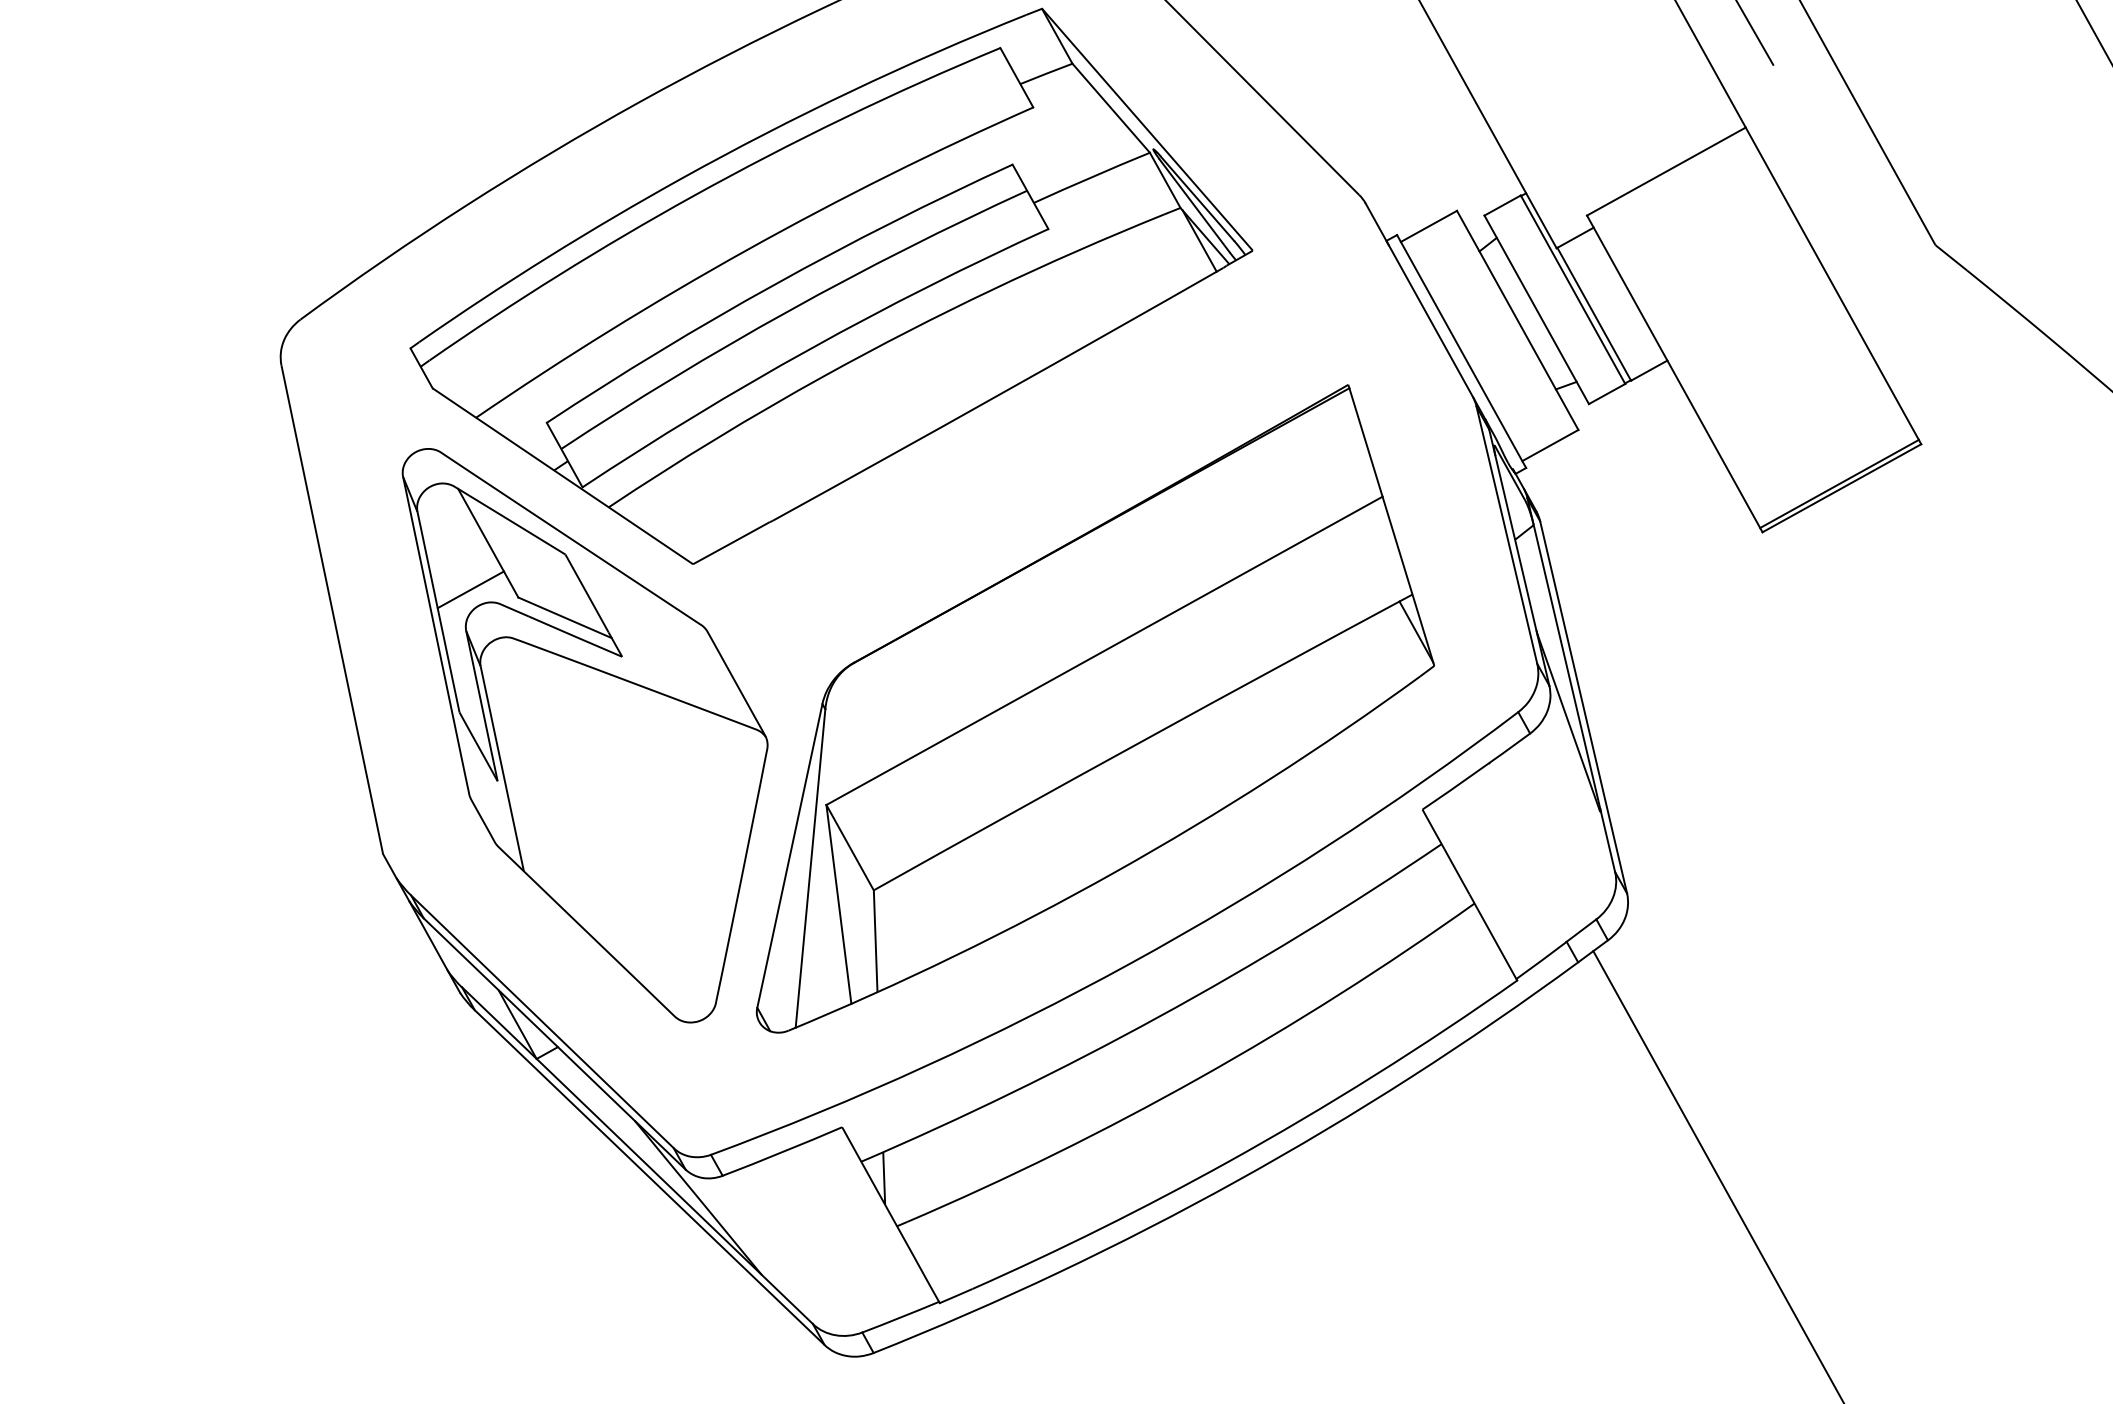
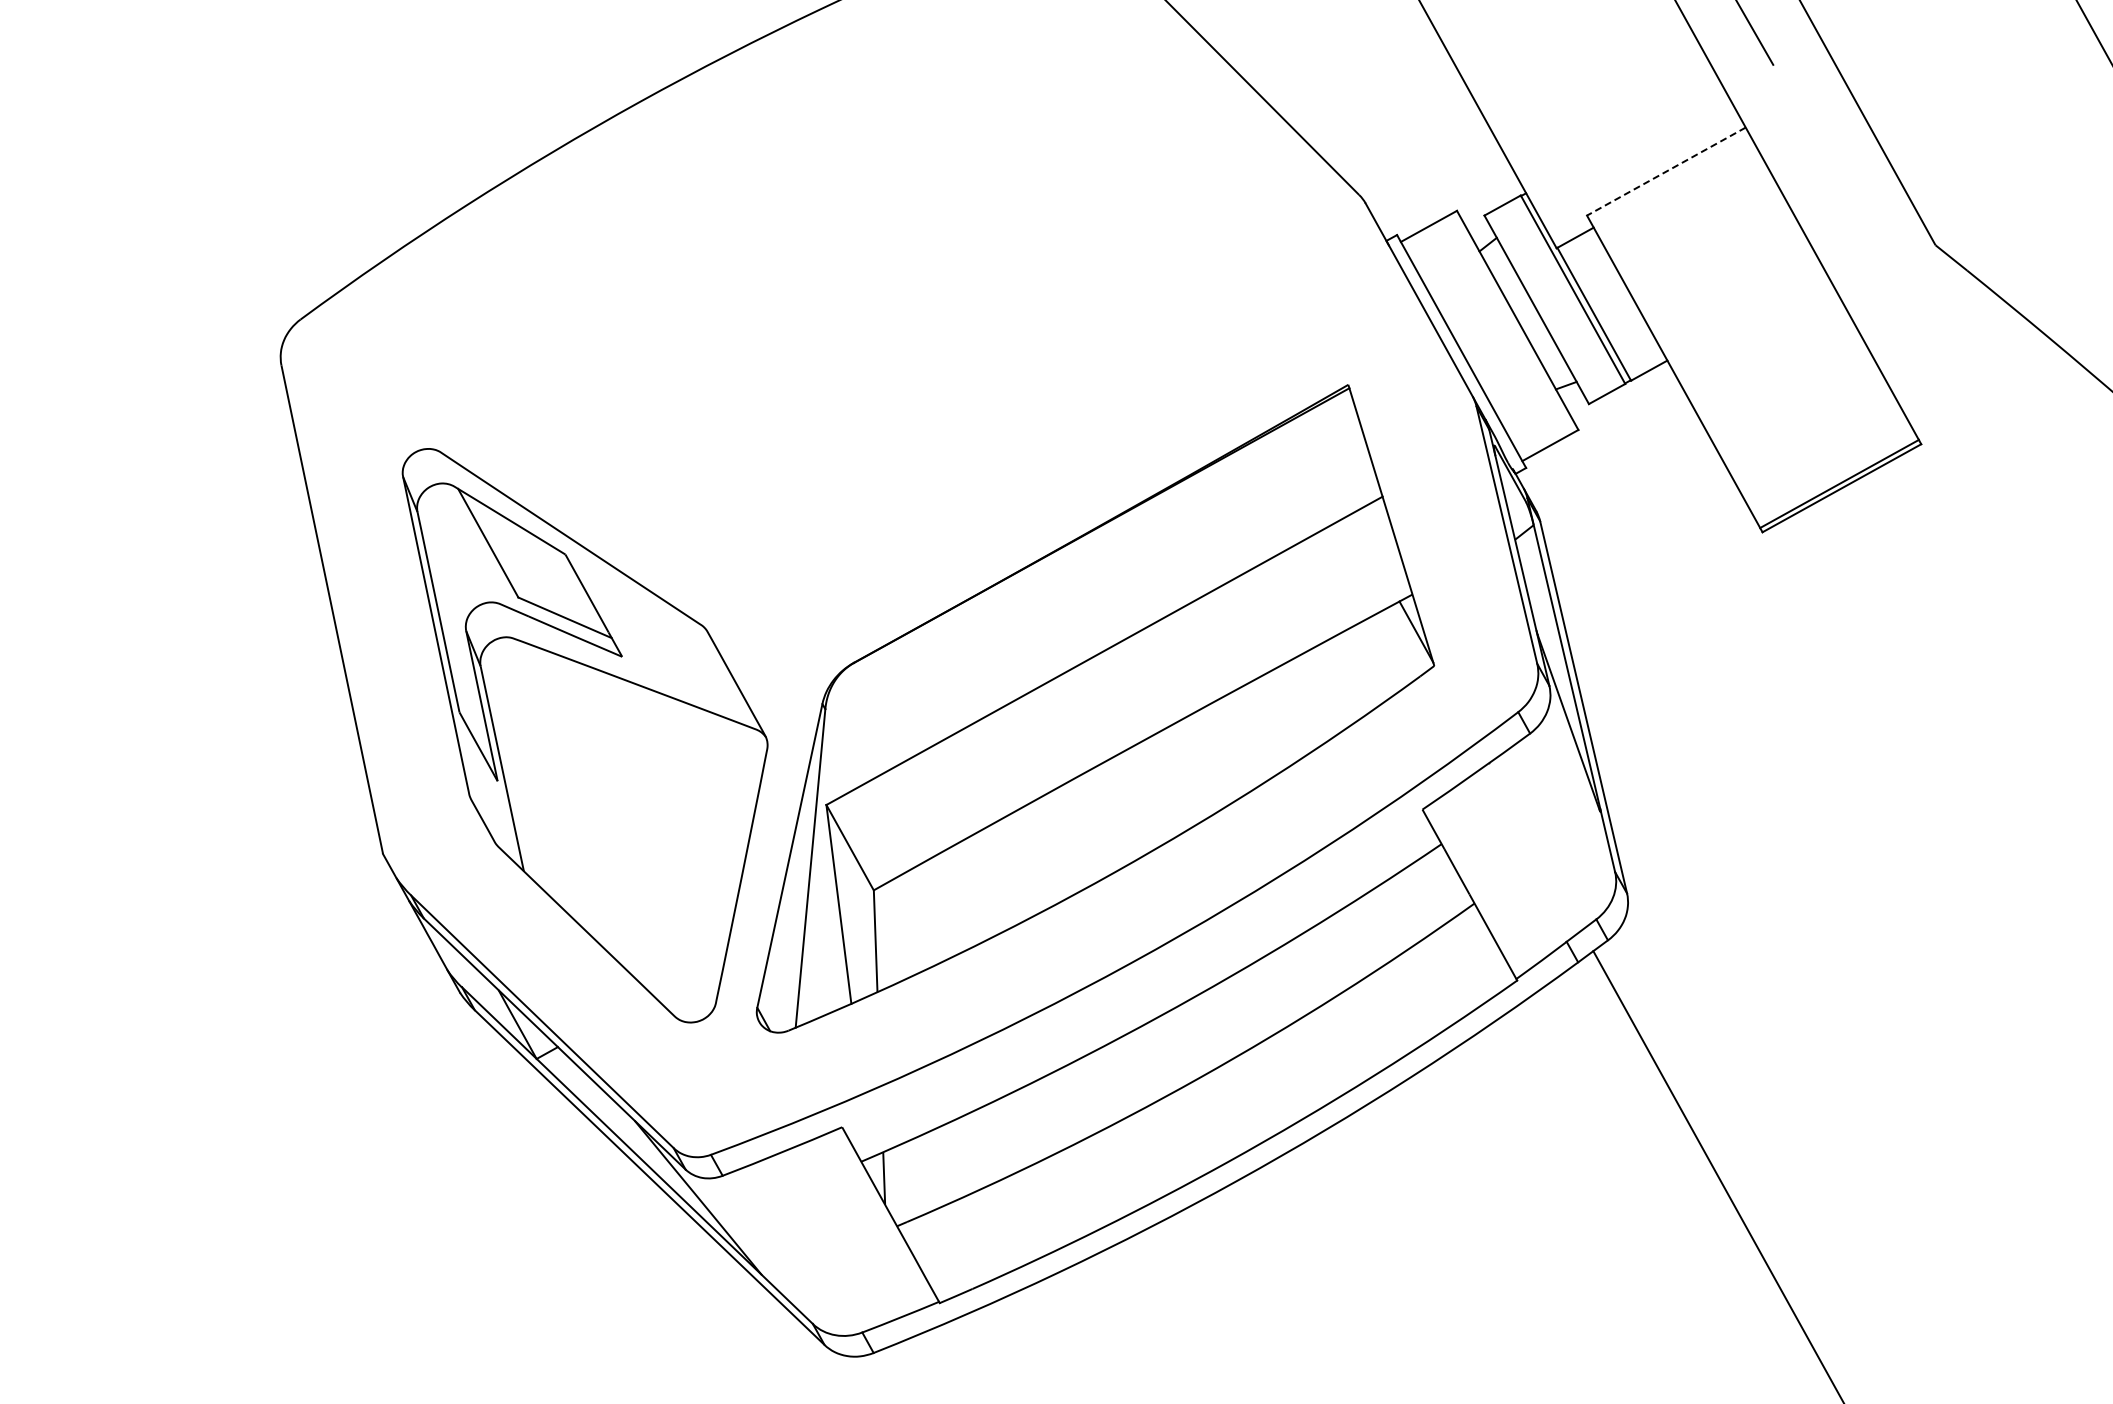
line at (1666, 171): solid -> dashed
part at (831, 285): present -> none
line at (470, 589): present -> none
